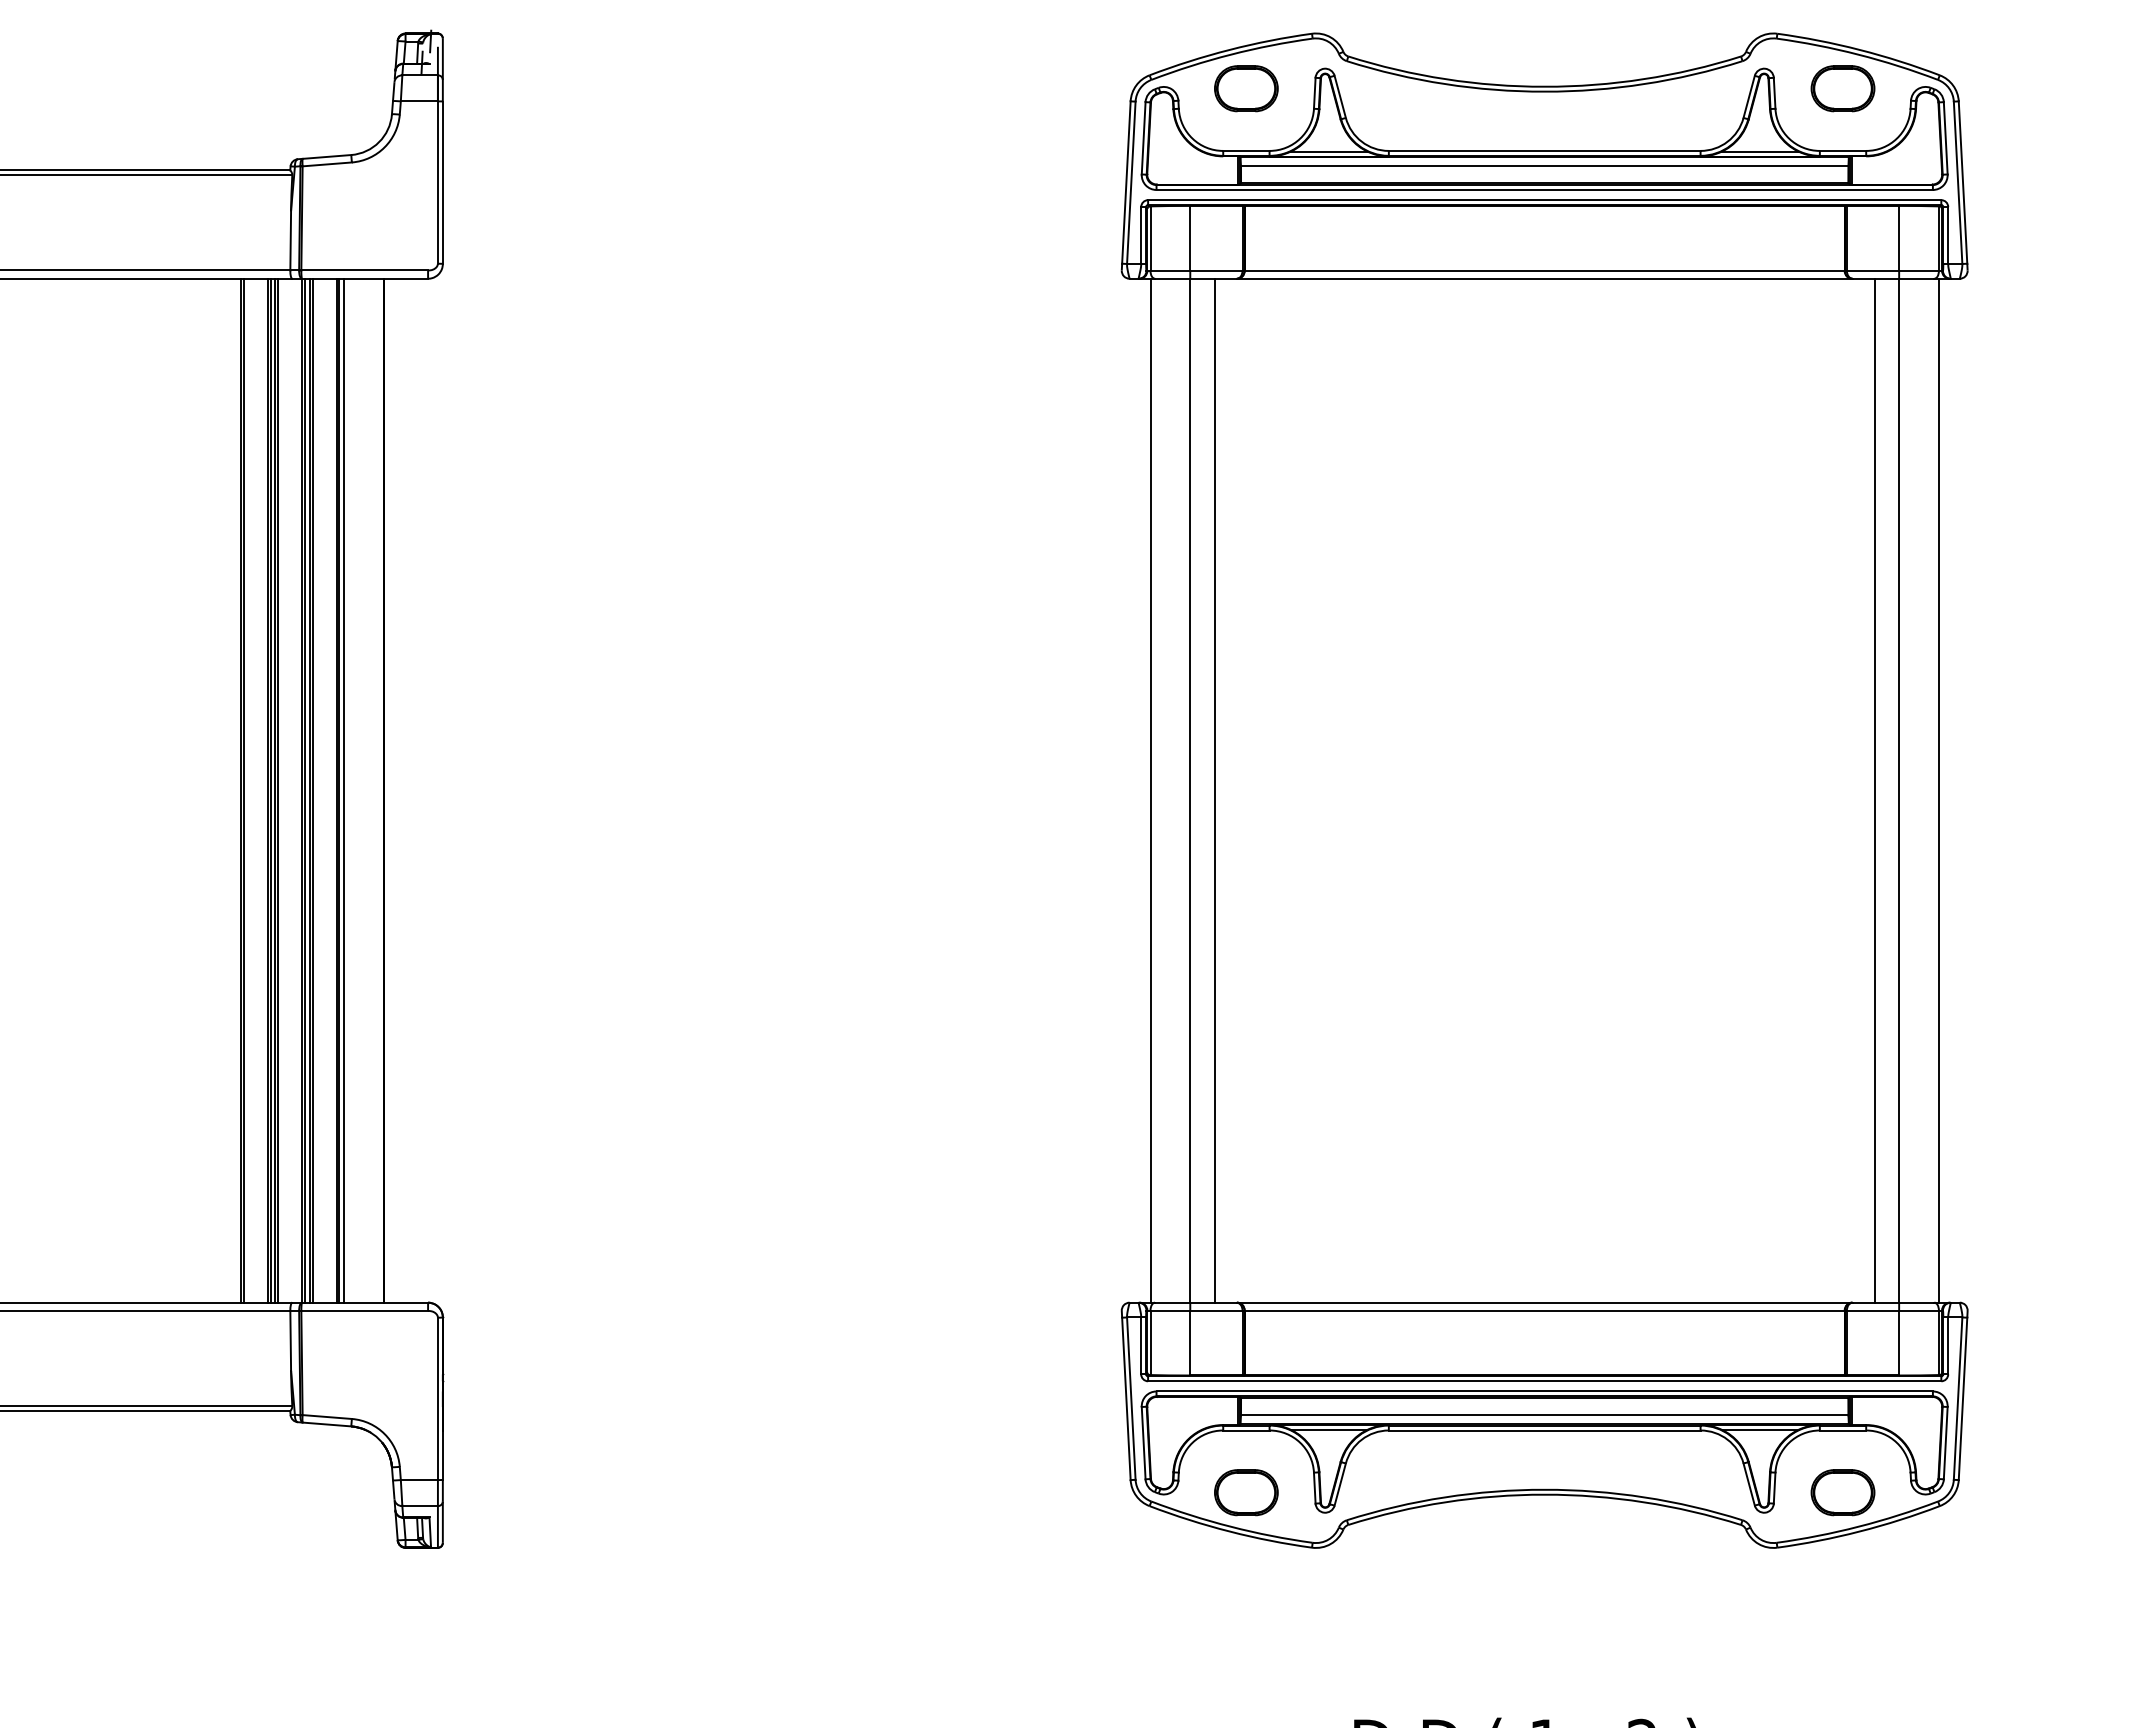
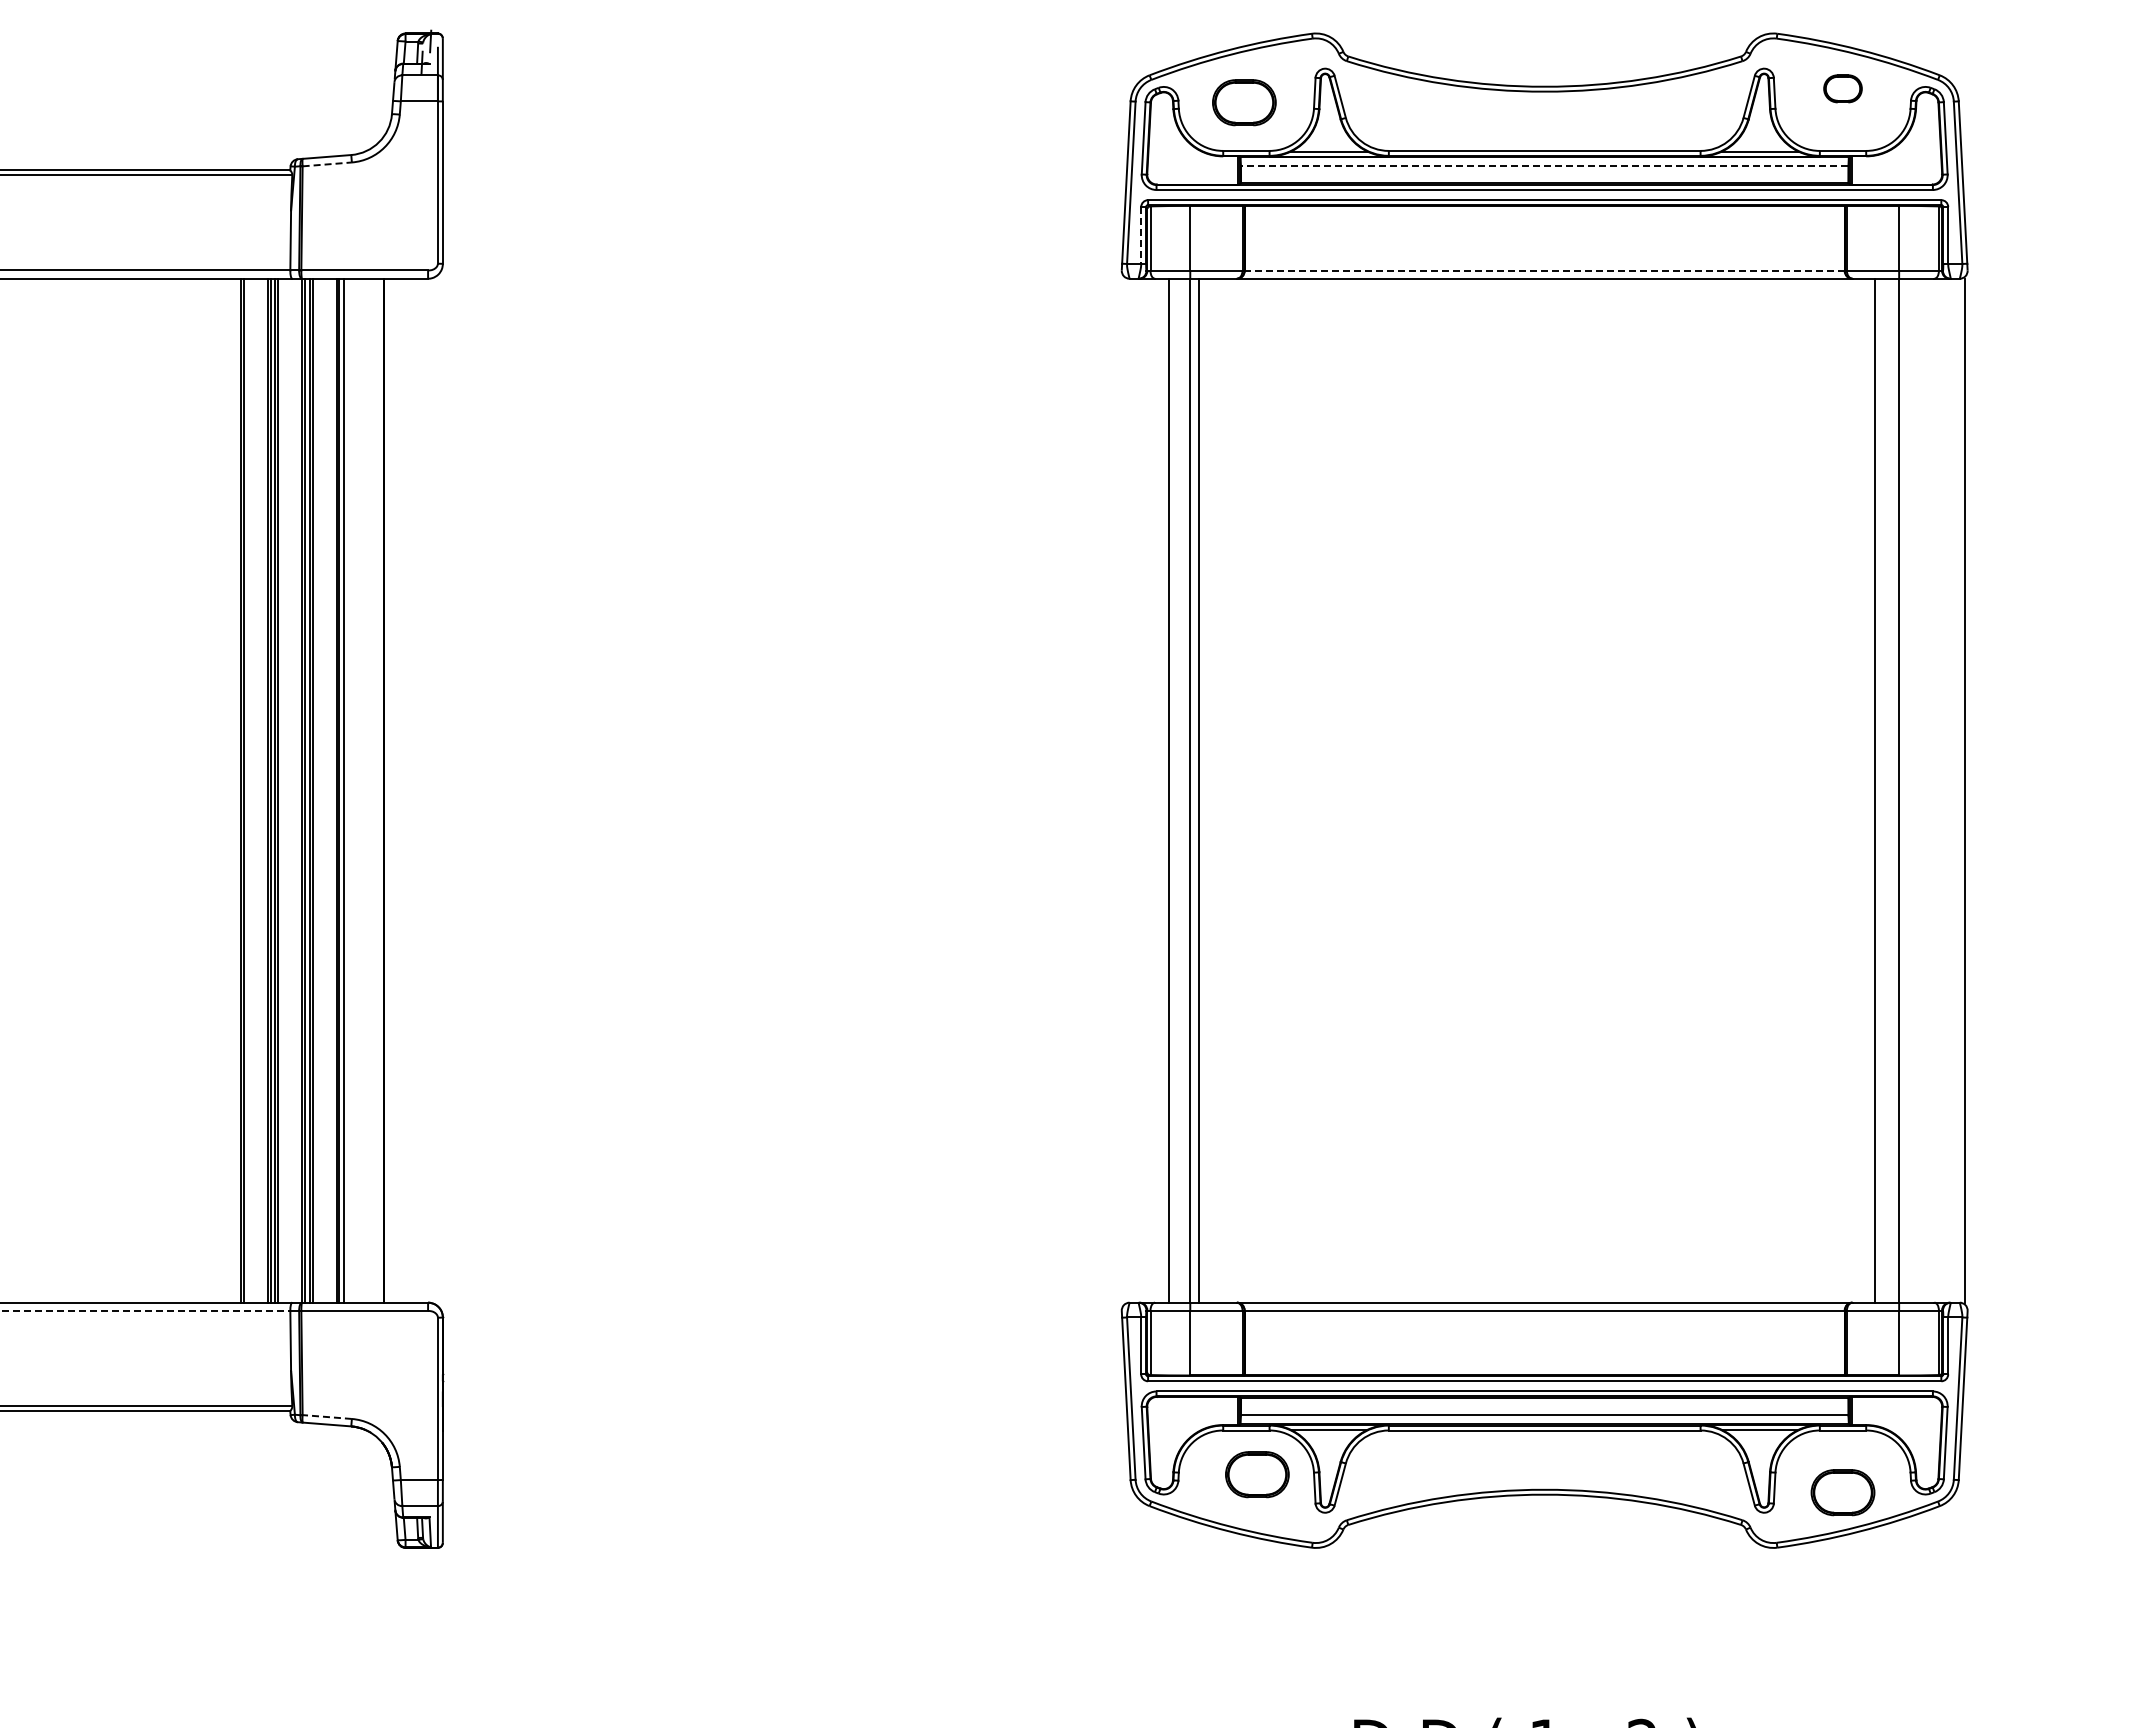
part at (1246, 88) position: (1246, 88) -> (1244, 102)
part at (1842, 88) size: 66x48 px -> 40x30 px
line at (327, 164): solid -> dashed
line at (1544, 166): solid -> dashed
line at (1141, 236): solid -> dashed
line at (1544, 270): solid -> dashed
line at (1150, 790) position: (1150, 790) -> (1168, 790)
line at (1214, 790) position: (1214, 790) -> (1198, 790)
line at (1938, 790) position: (1938, 790) -> (1964, 790)
line at (145, 1310): solid -> dashed
line at (327, 1417): solid -> dashed
part at (1246, 1492) position: (1246, 1492) -> (1257, 1474)
